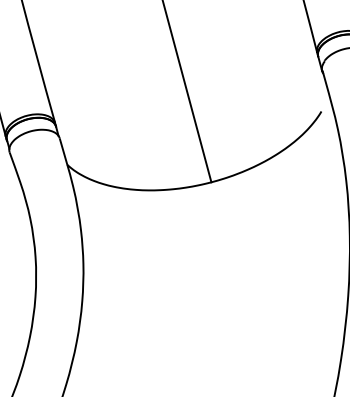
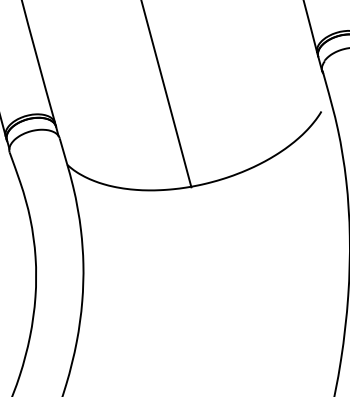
line at (187, 92) position: (187, 92) -> (166, 94)
